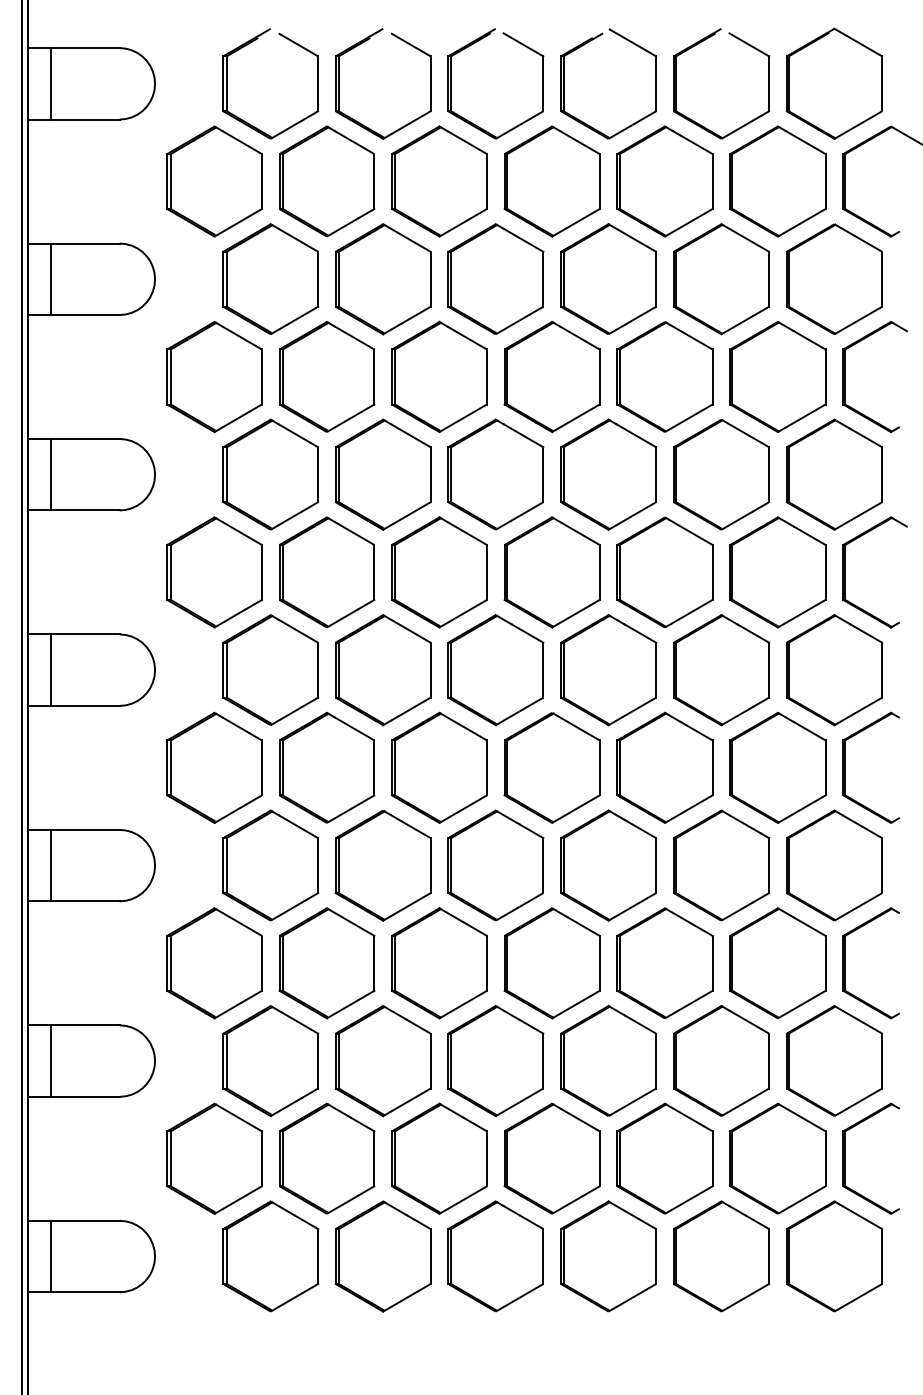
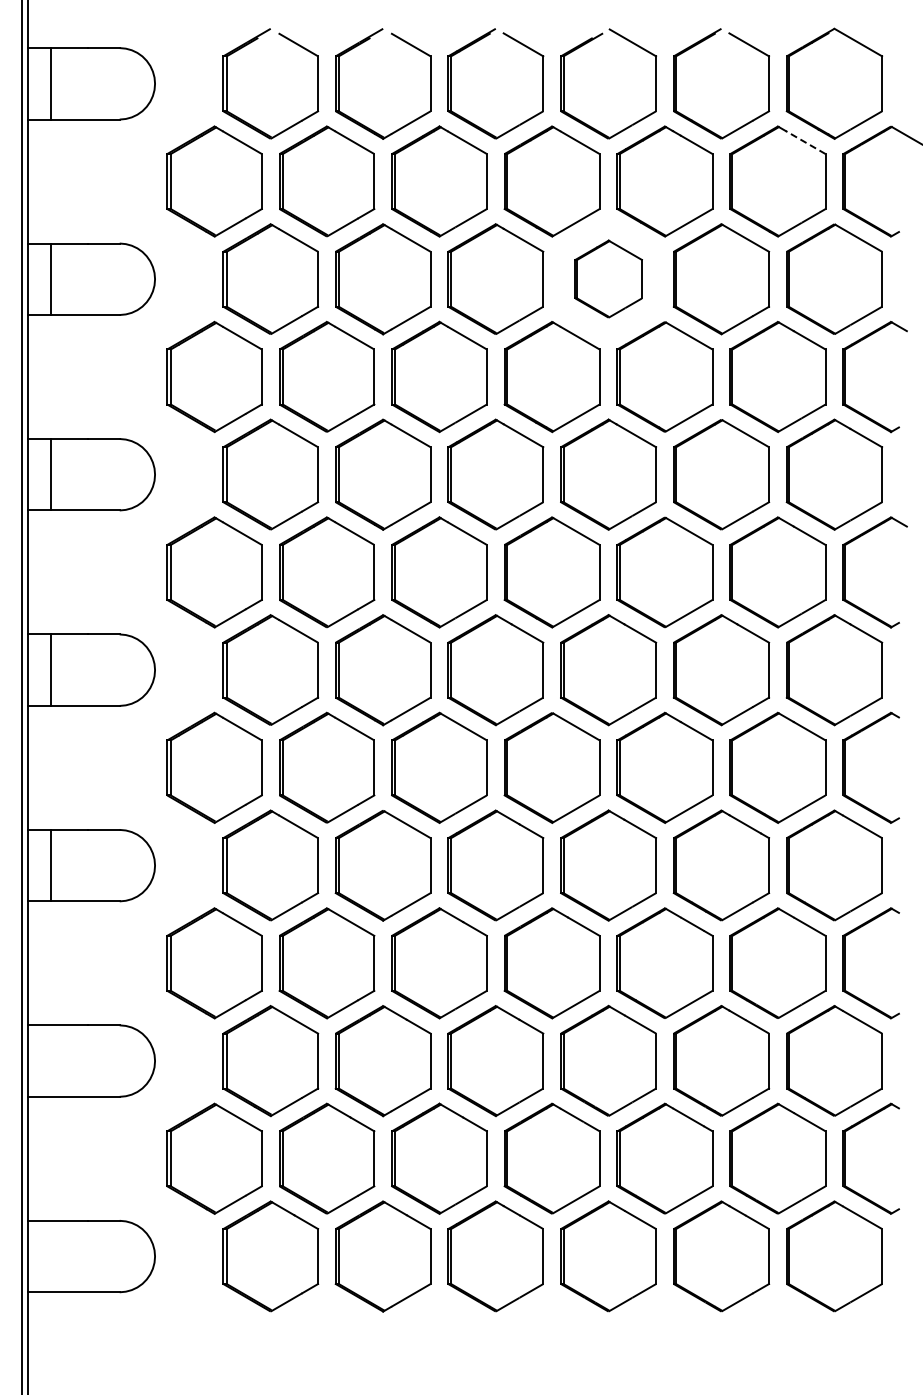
line at (805, 142): solid -> dashed
part at (608, 278) size: 98x112 px -> 69x80 px
line at (51, 1060): present -> none
line at (51, 1256): present -> none
